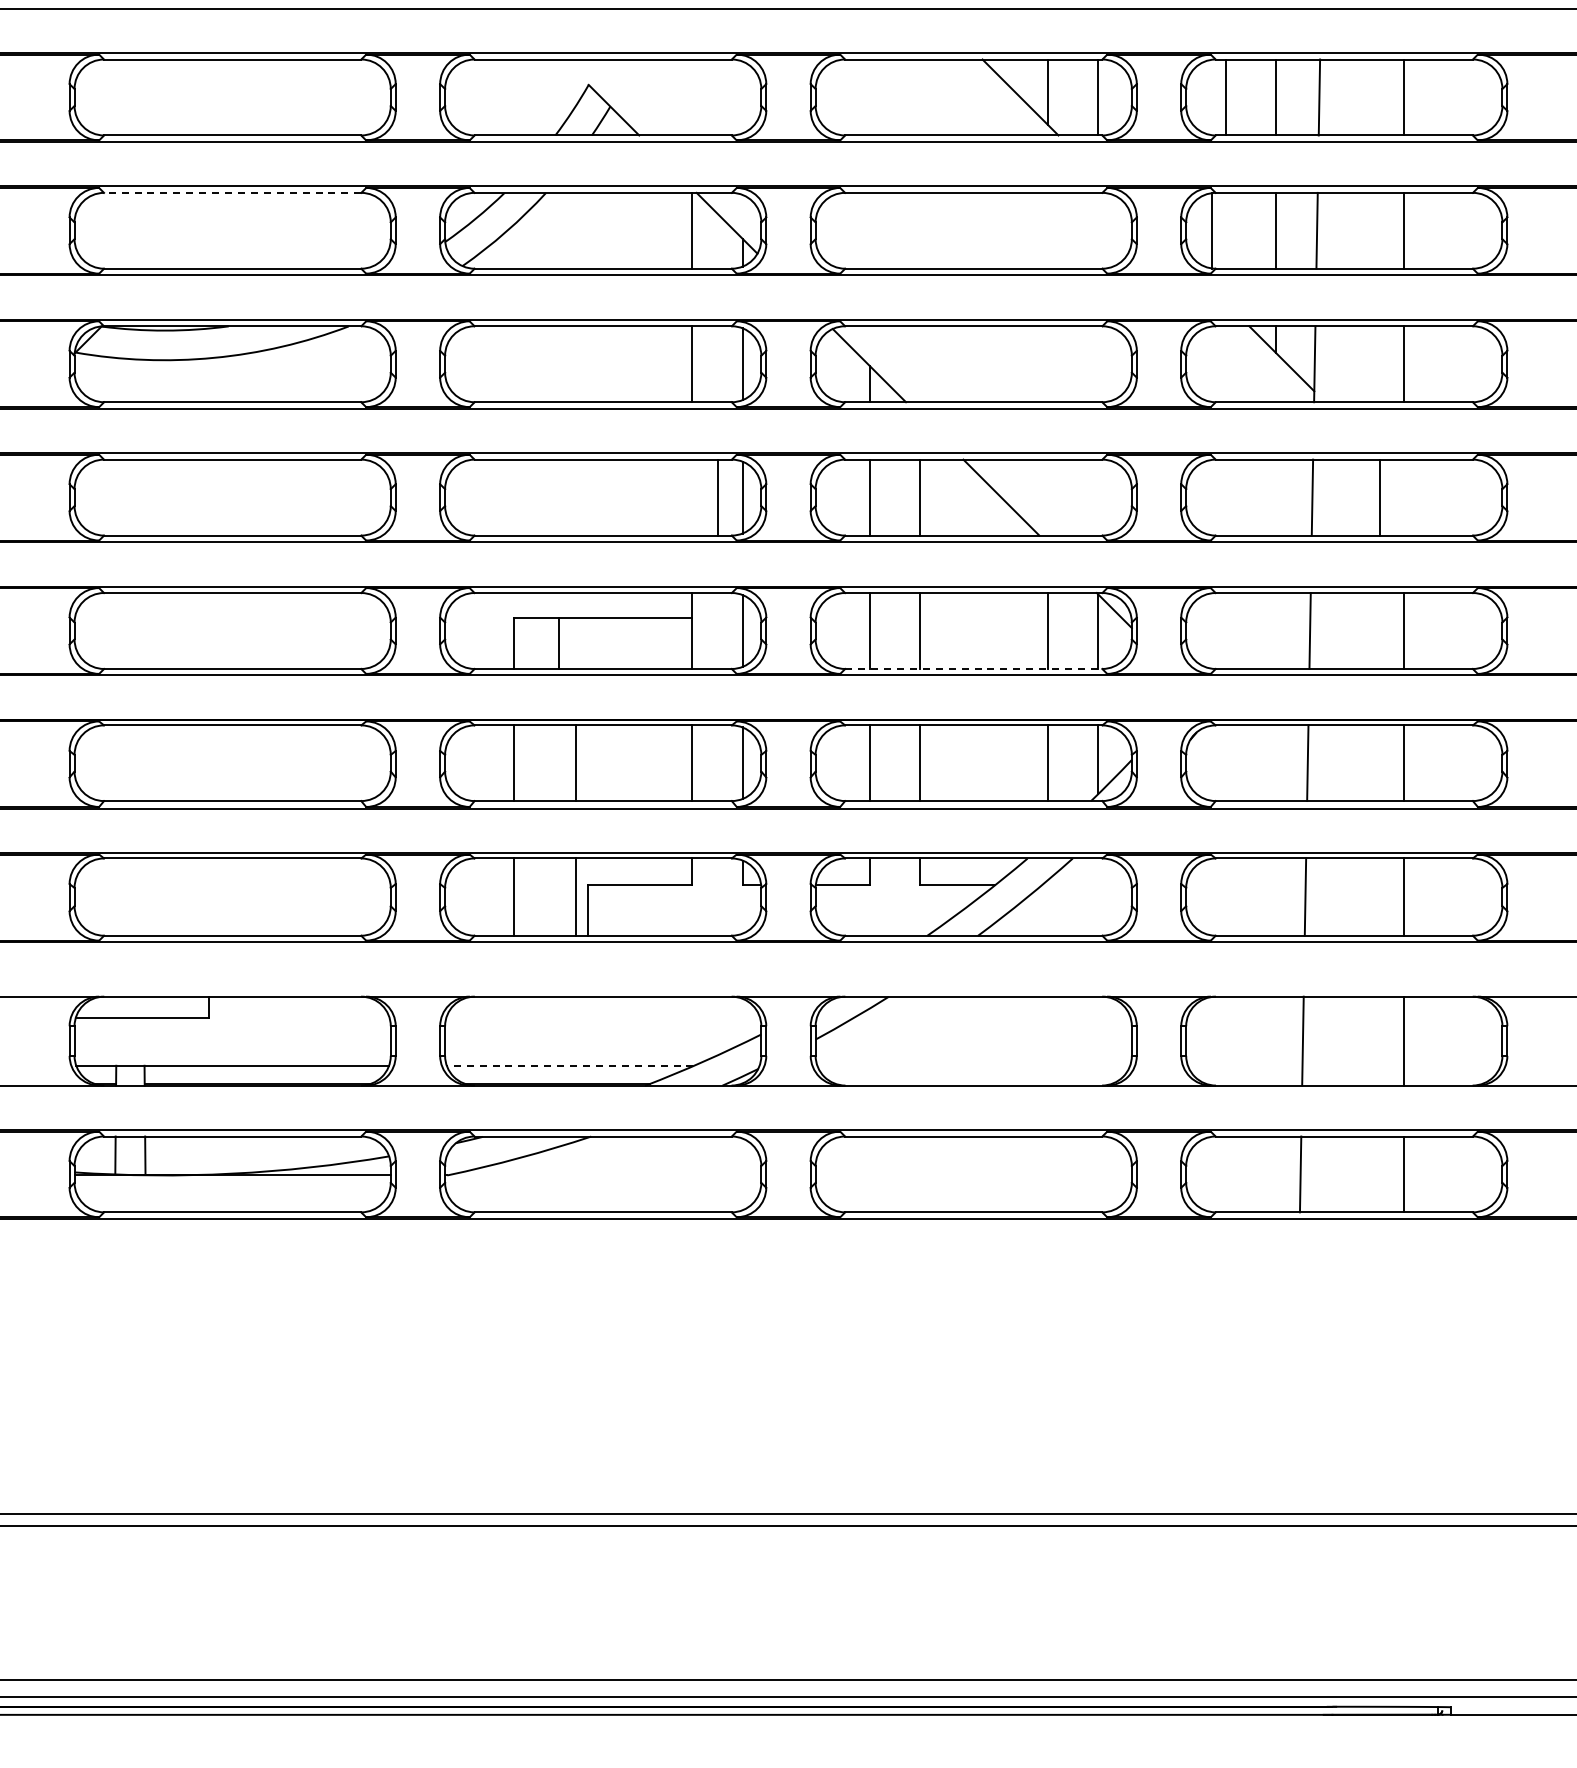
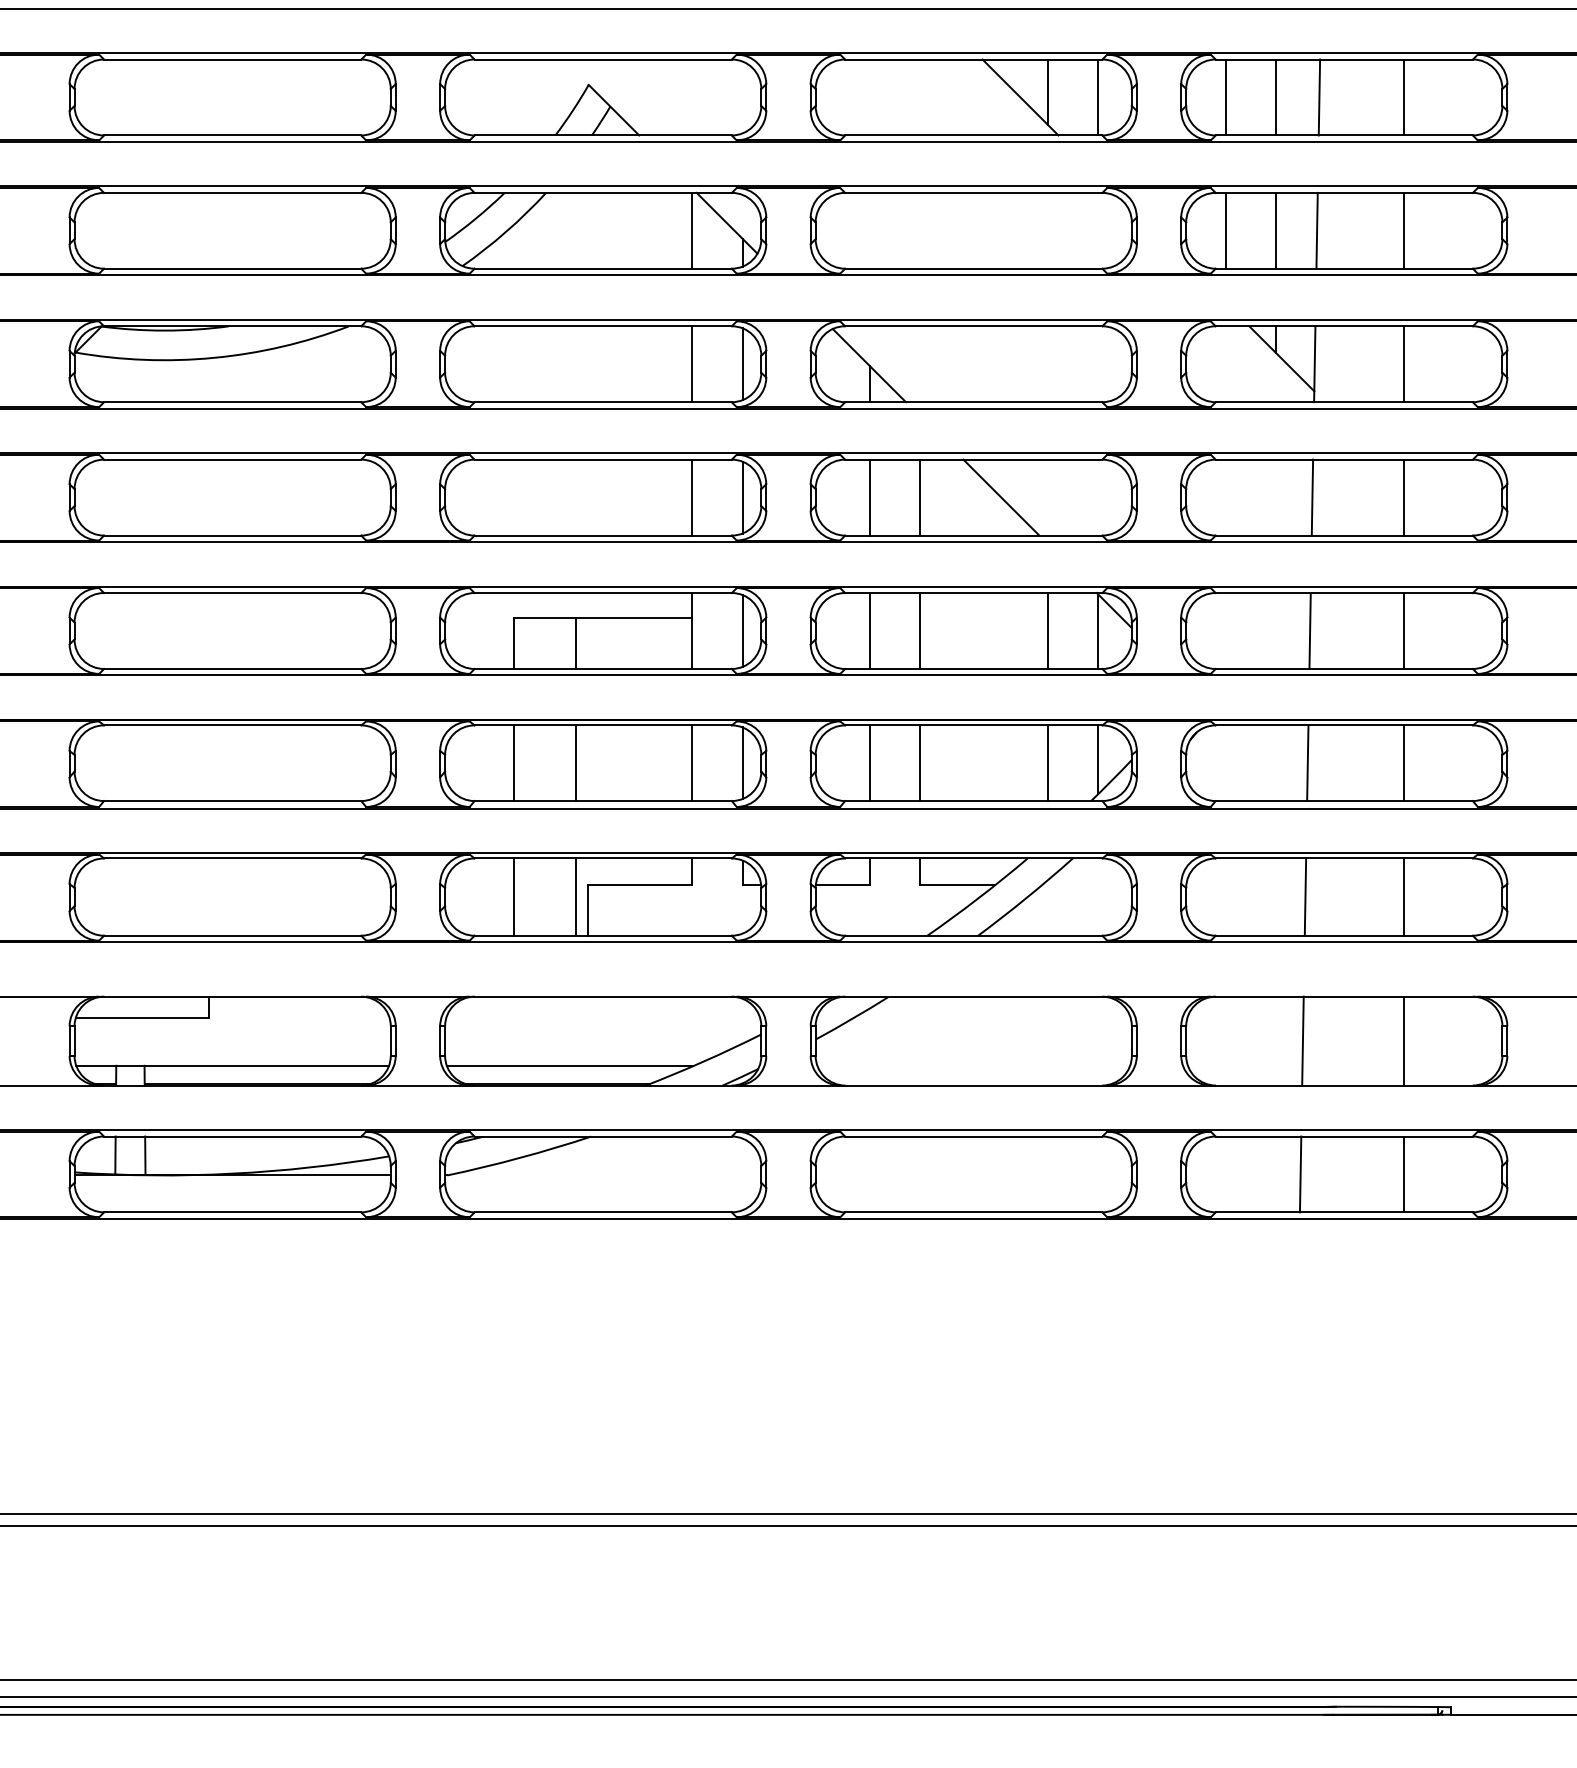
line at (232, 192): dashed -> solid
line at (1211, 230) position: (1211, 230) -> (1225, 230)
line at (718, 497) position: (718, 497) -> (692, 497)
line at (1379, 497) position: (1379, 497) -> (1403, 497)
line at (559, 643) position: (559, 643) -> (576, 643)
line at (973, 668): dashed -> solid
line at (569, 1065): dashed -> solid
